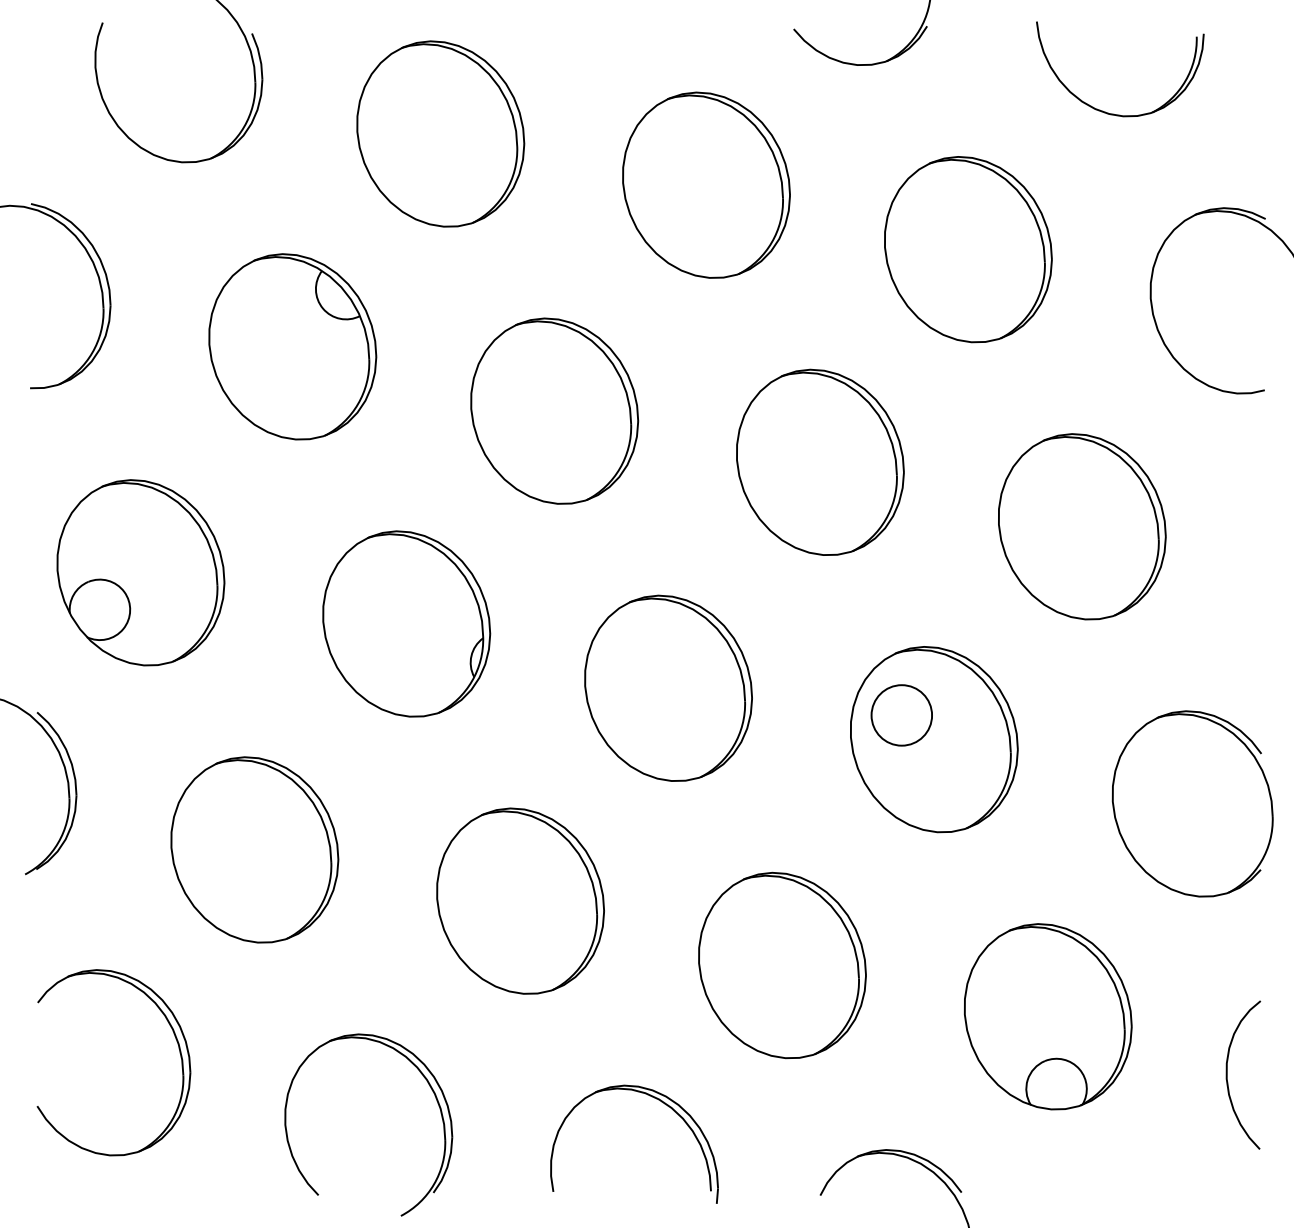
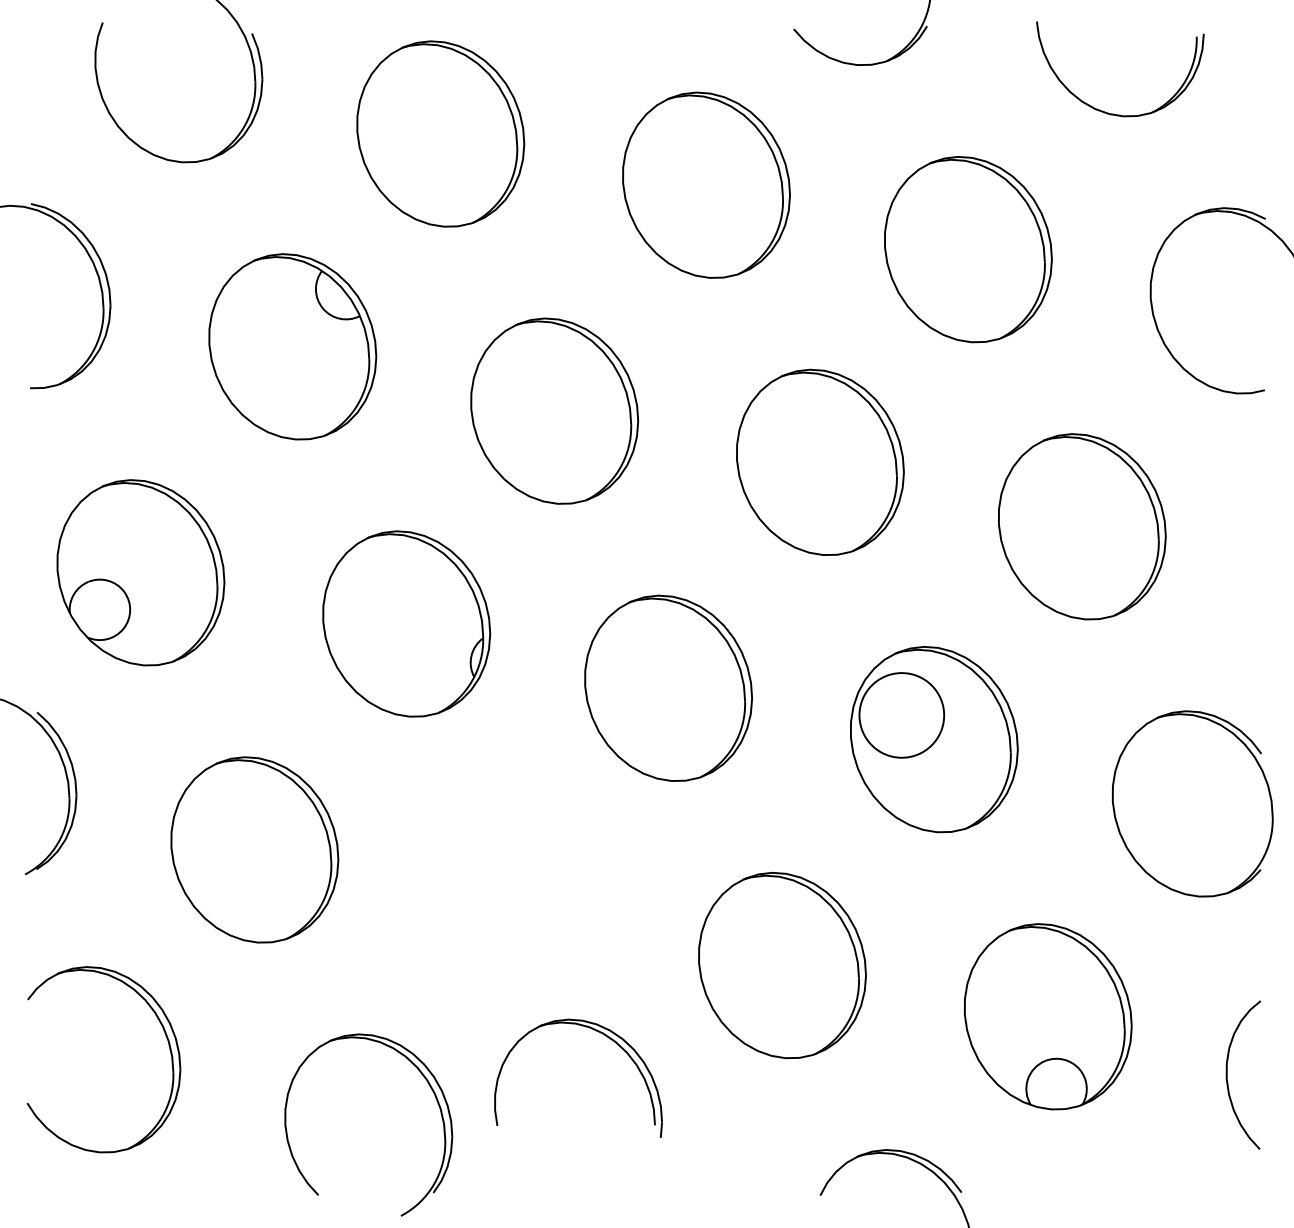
circle at (901, 715) diameter: 61 px -> 85 px
part at (520, 900): present -> none
part at (175, 1039) position: (175, 1039) -> (165, 1036)
part at (661, 1102) position: (661, 1102) -> (605, 1036)
